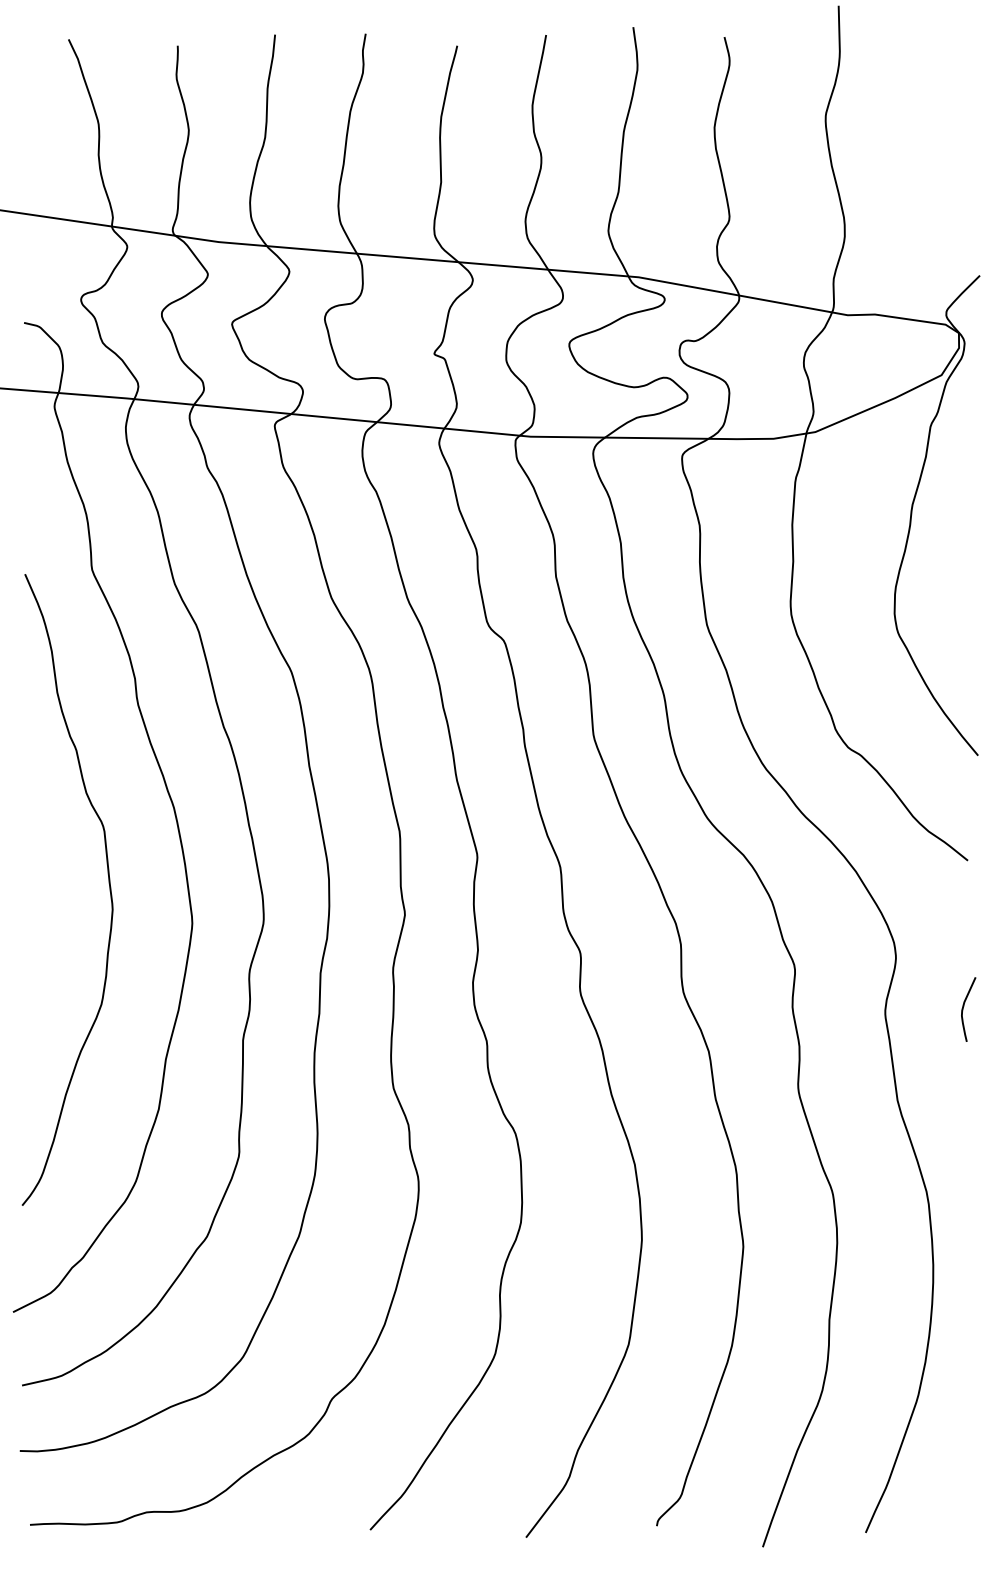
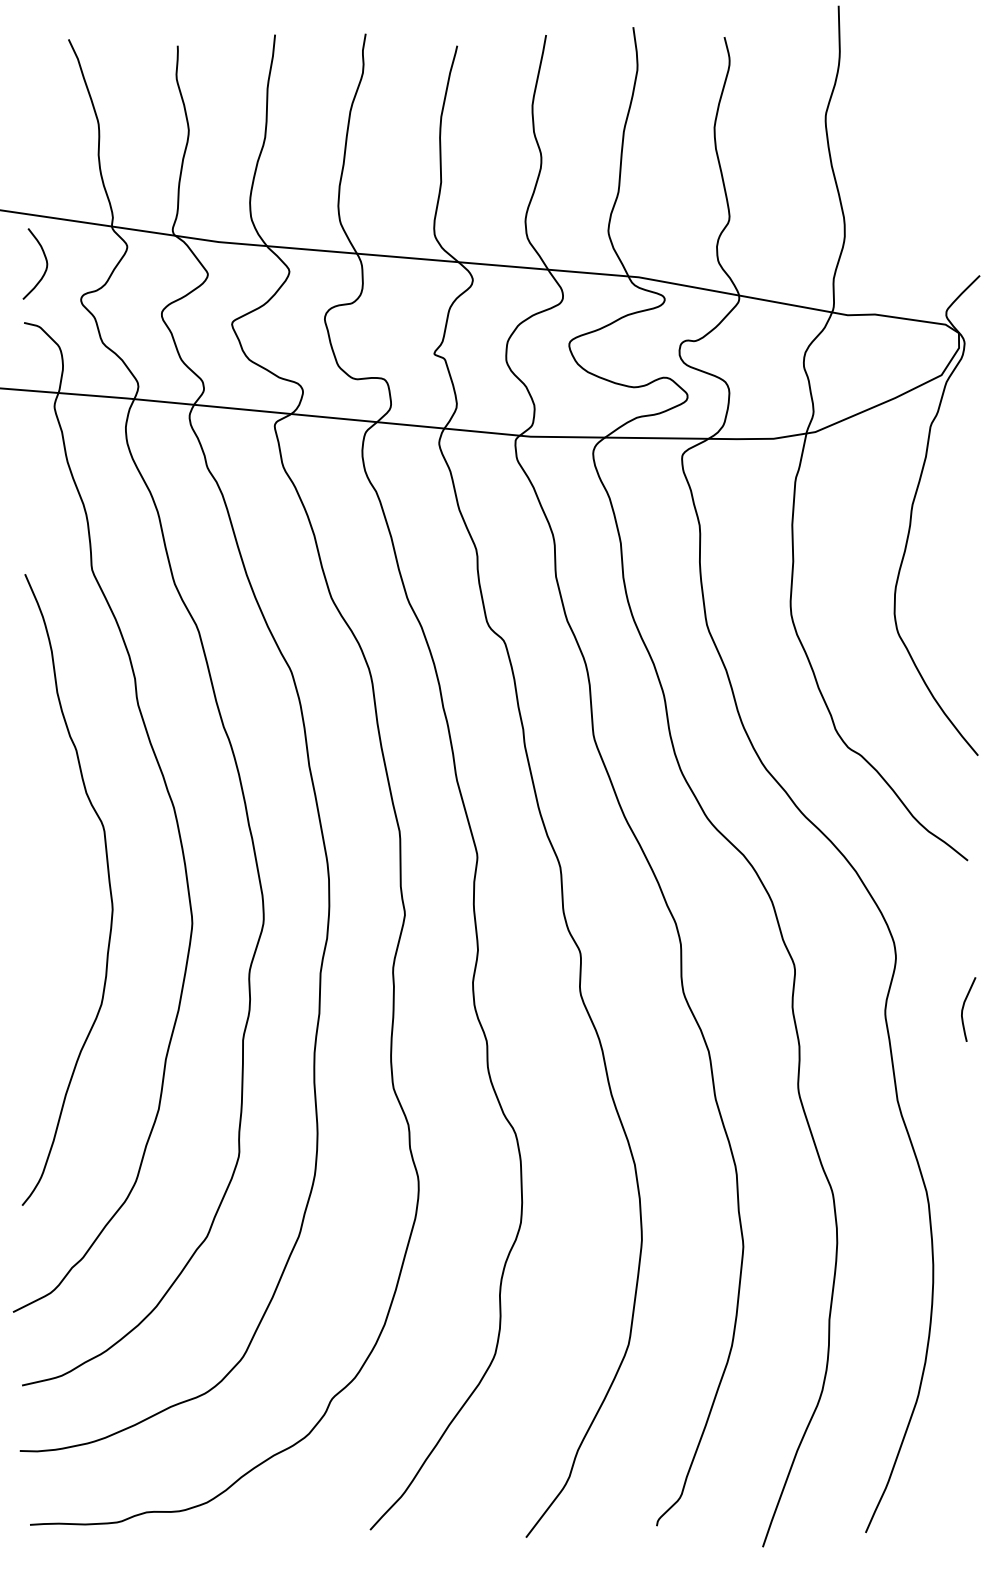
curve at (45, 260): none -> present
